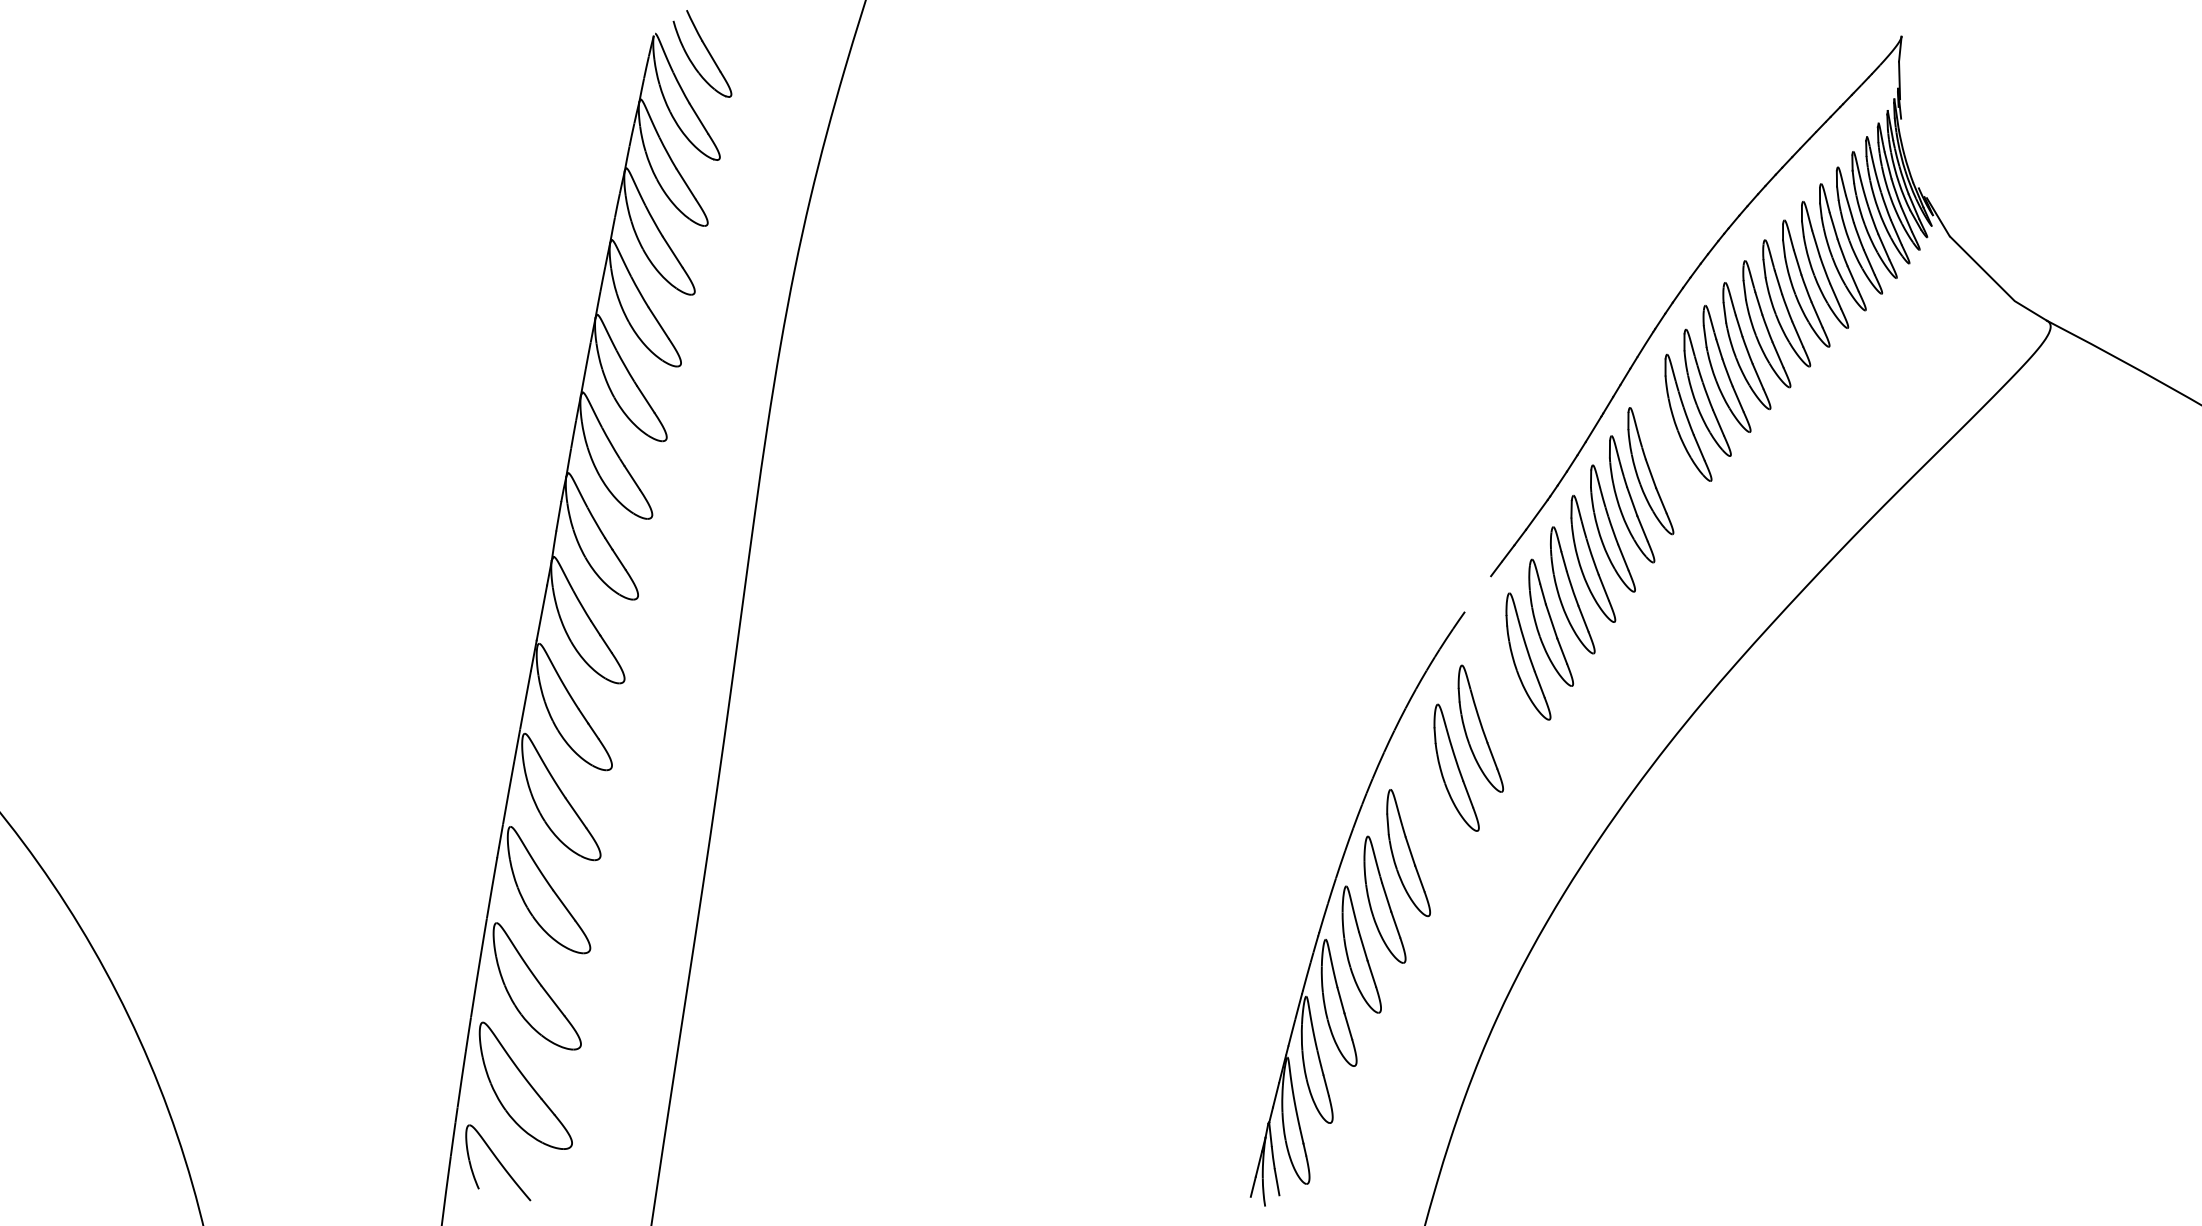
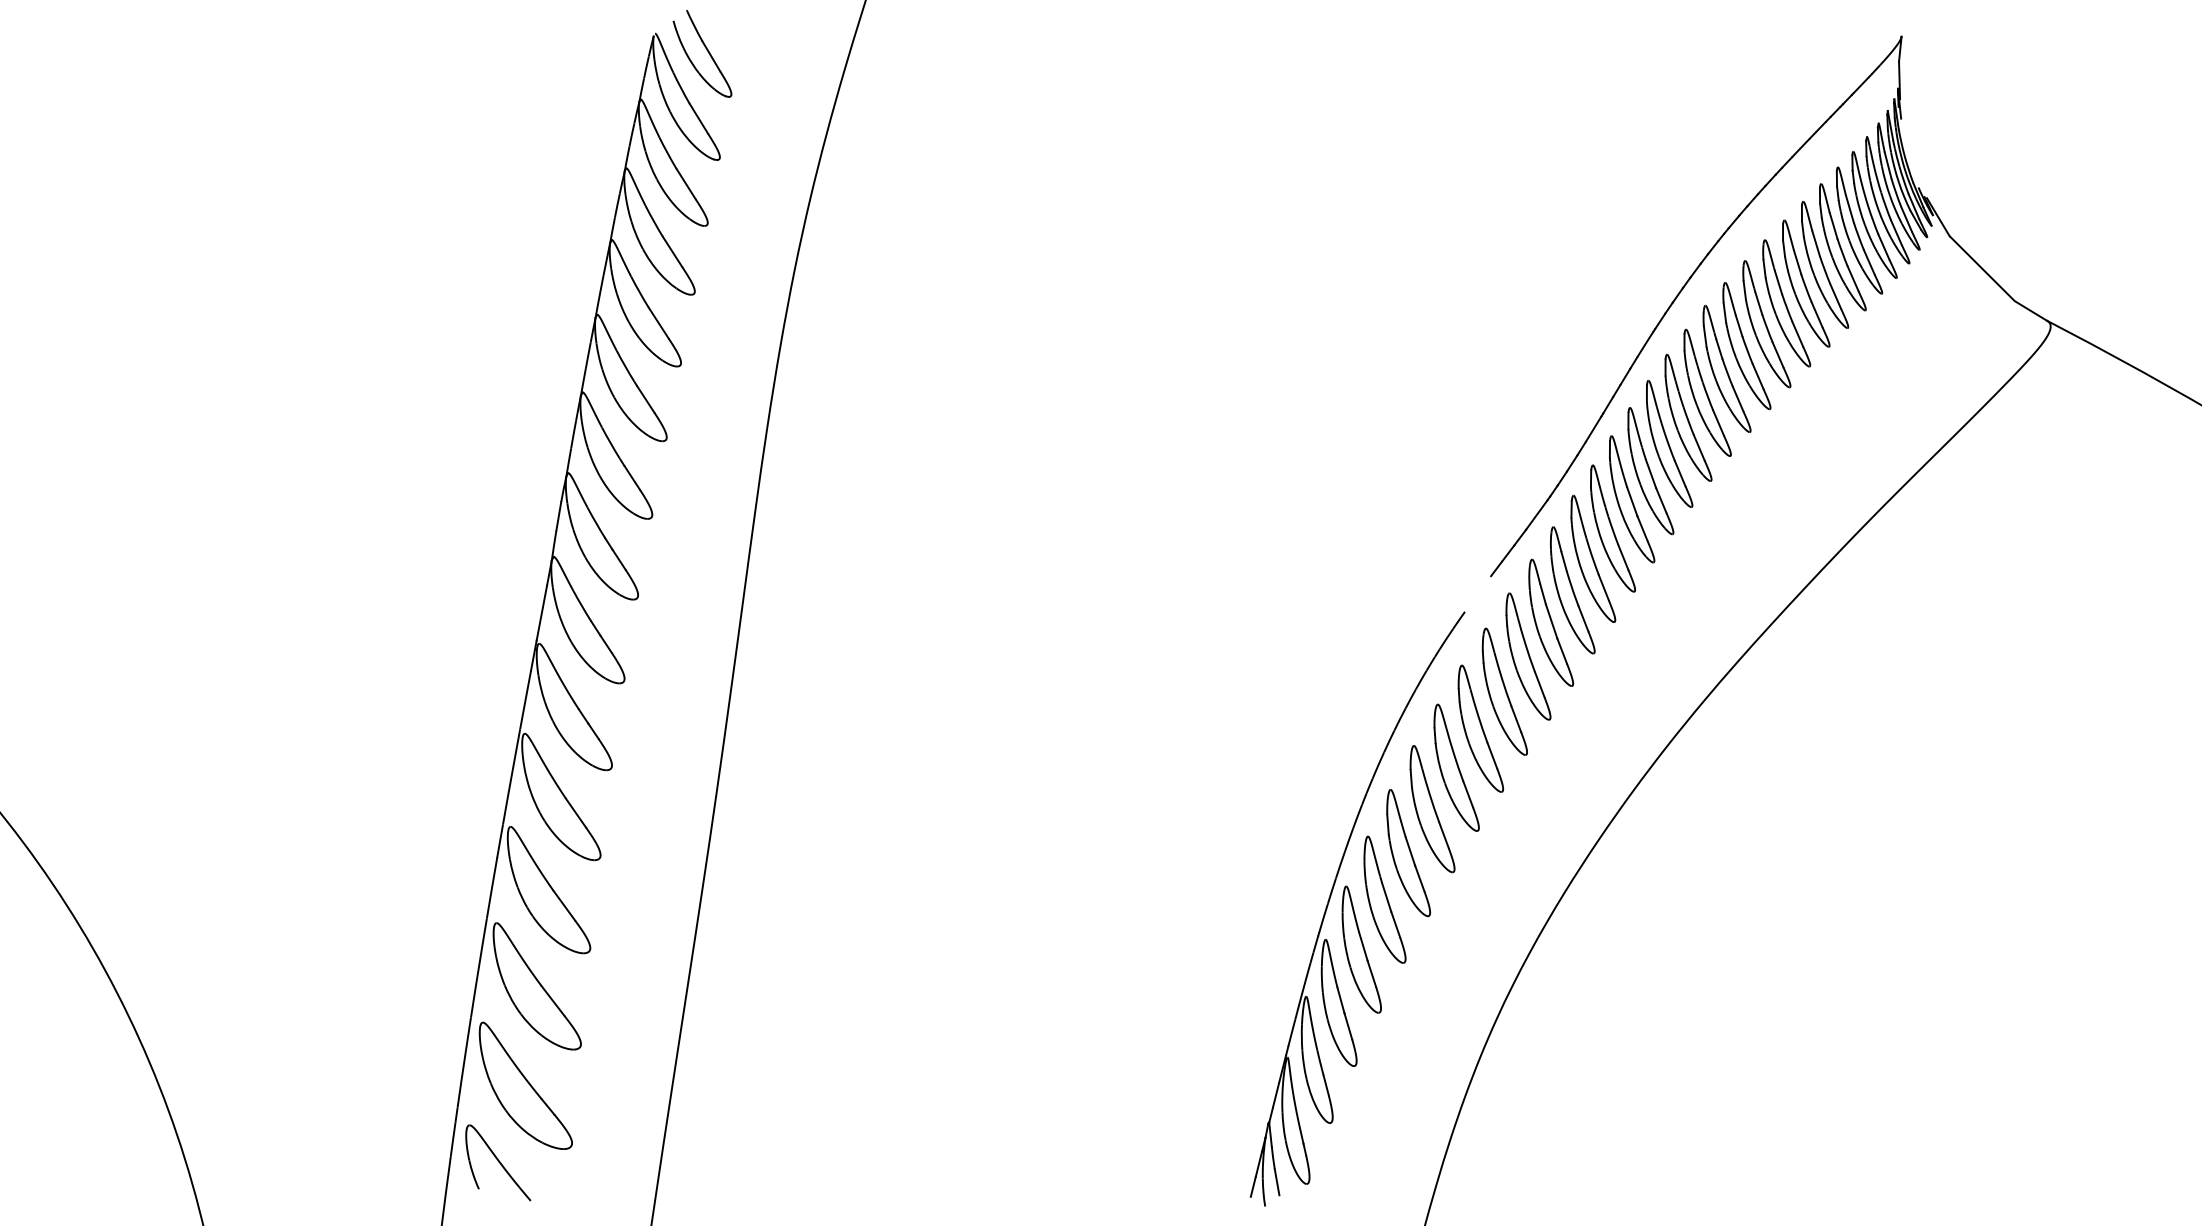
part at (1669, 443): none -> present
part at (1504, 691): none -> present
part at (1432, 809): none -> present
